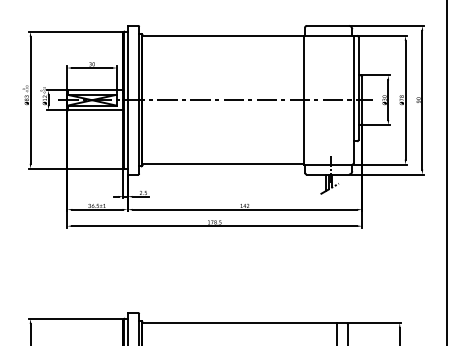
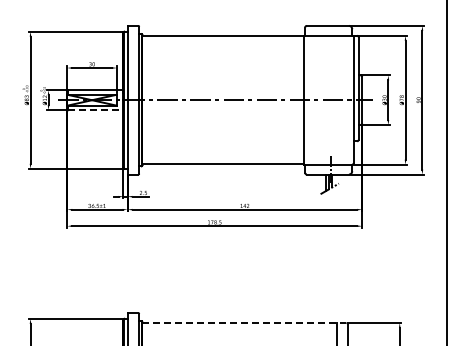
line at (95, 110): solid -> dashed
line at (244, 322): solid -> dashed
